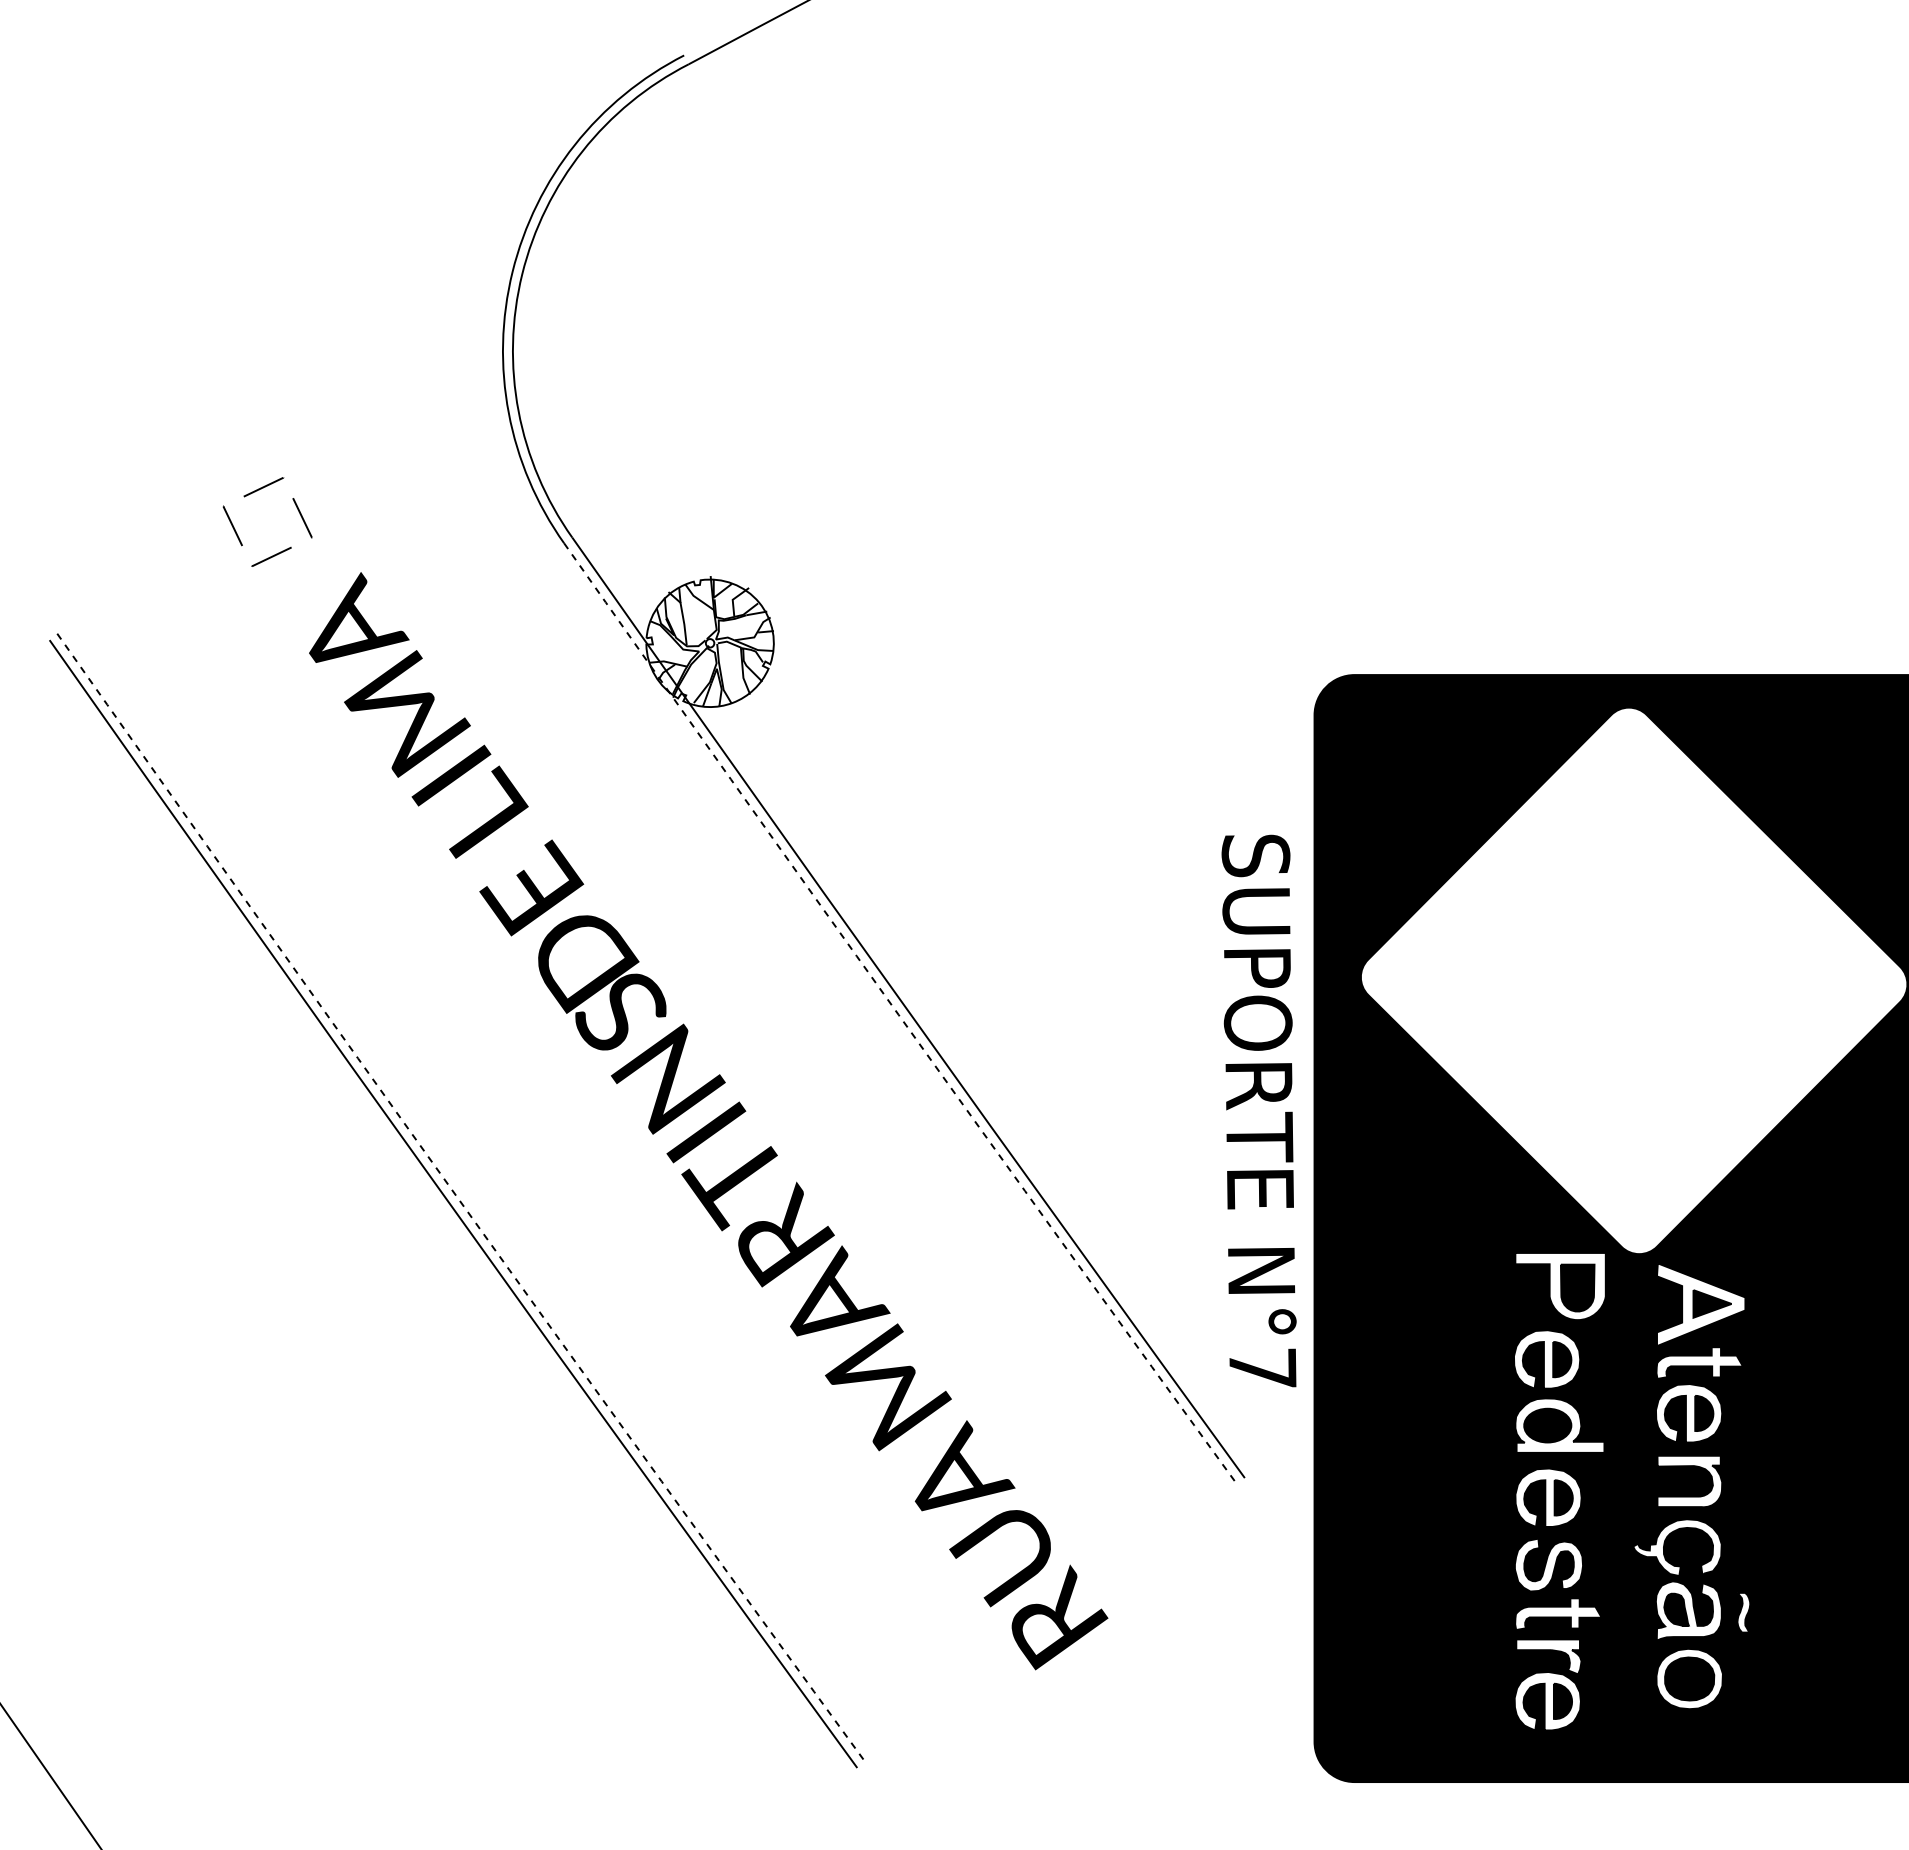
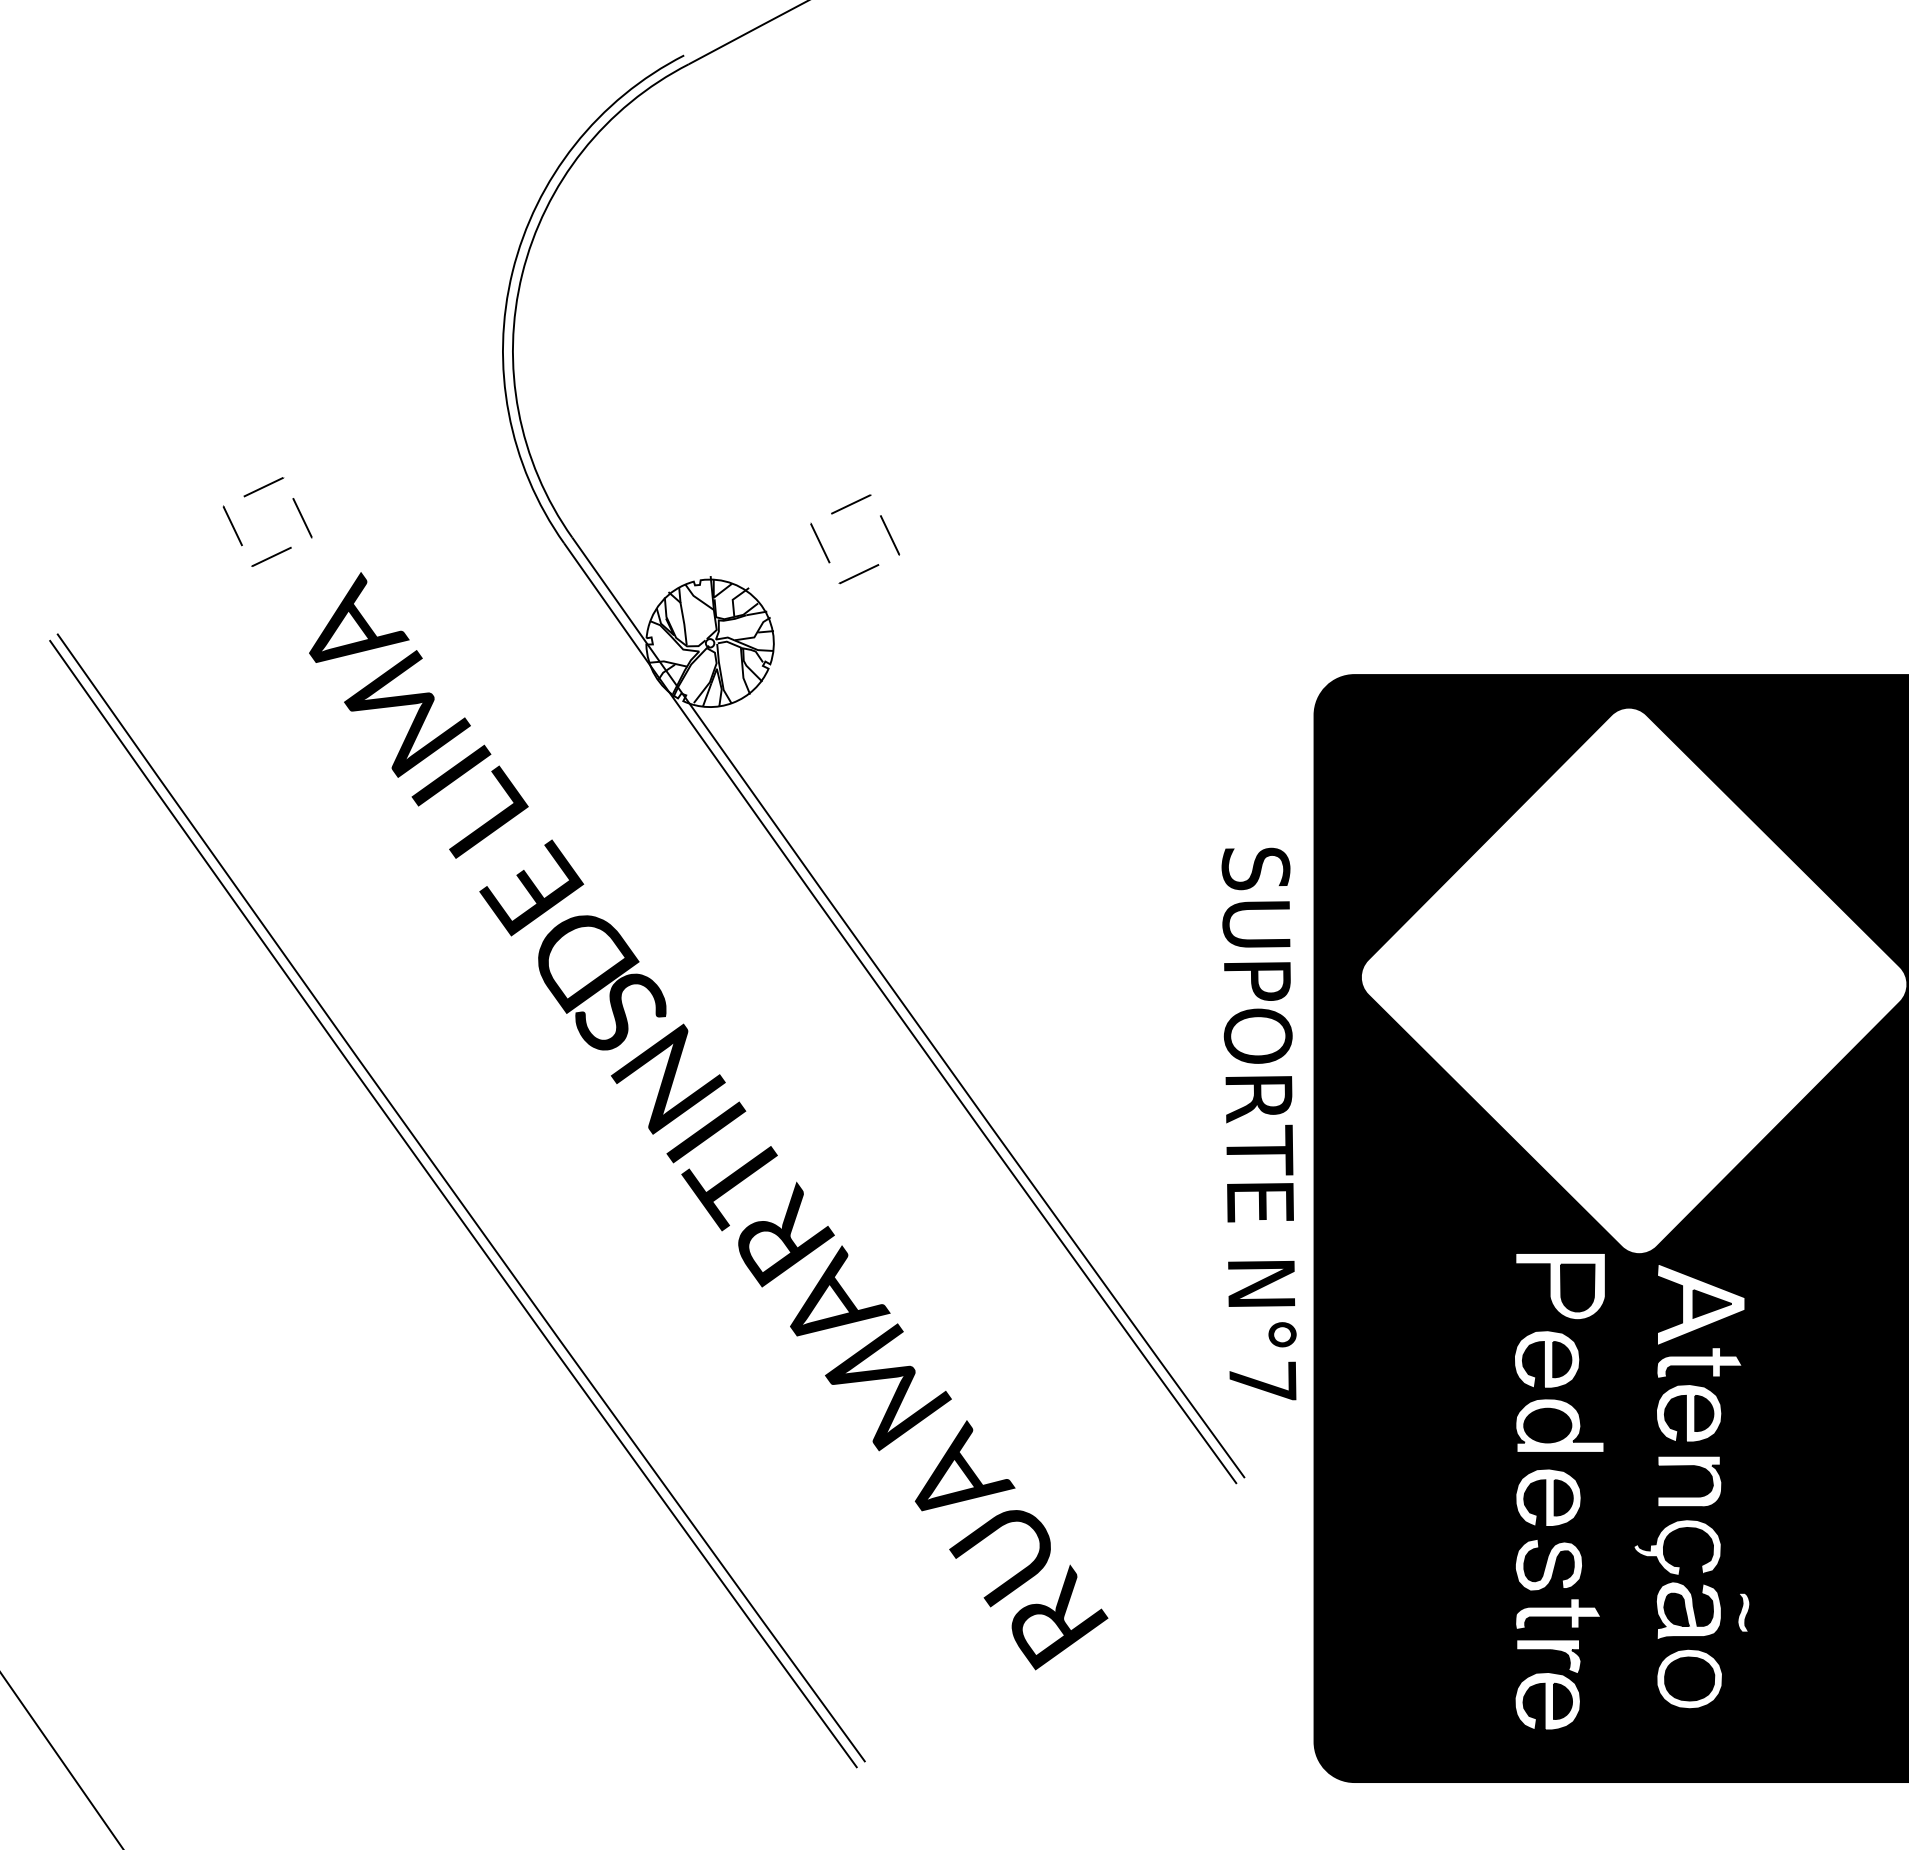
part at (883, 524): none -> present
arc at (898, 1014): dashed -> solid
text at (1258, 1110) position: (1258, 1110) -> (1258, 1123)
arc at (458, 1199): dashed -> solid
line at (50, 1776) position: (50, 1776) -> (61, 1760)
